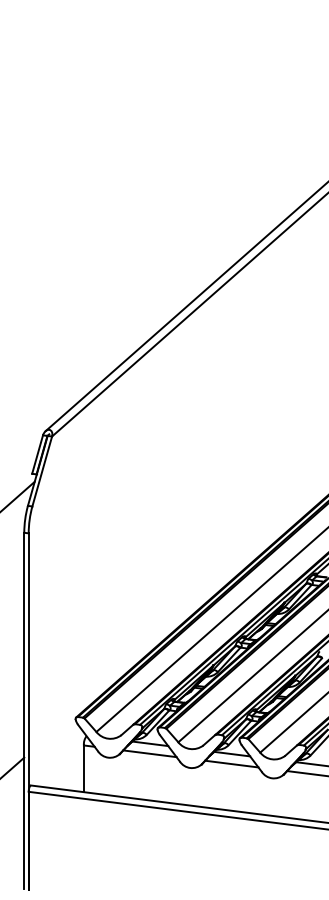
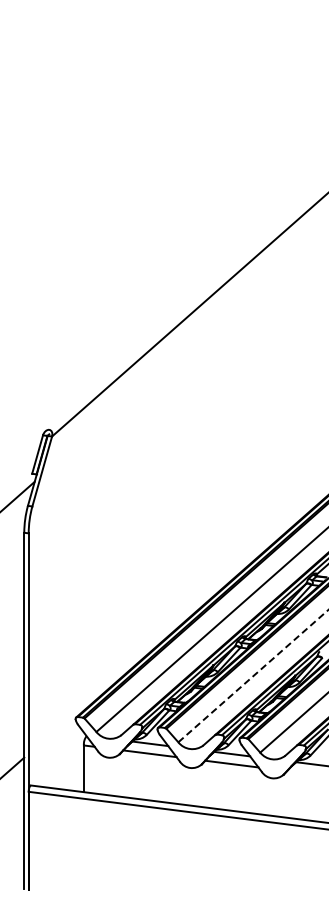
line at (185, 307): present -> none
line at (254, 675): solid -> dashed
line at (306, 773): present -> none
